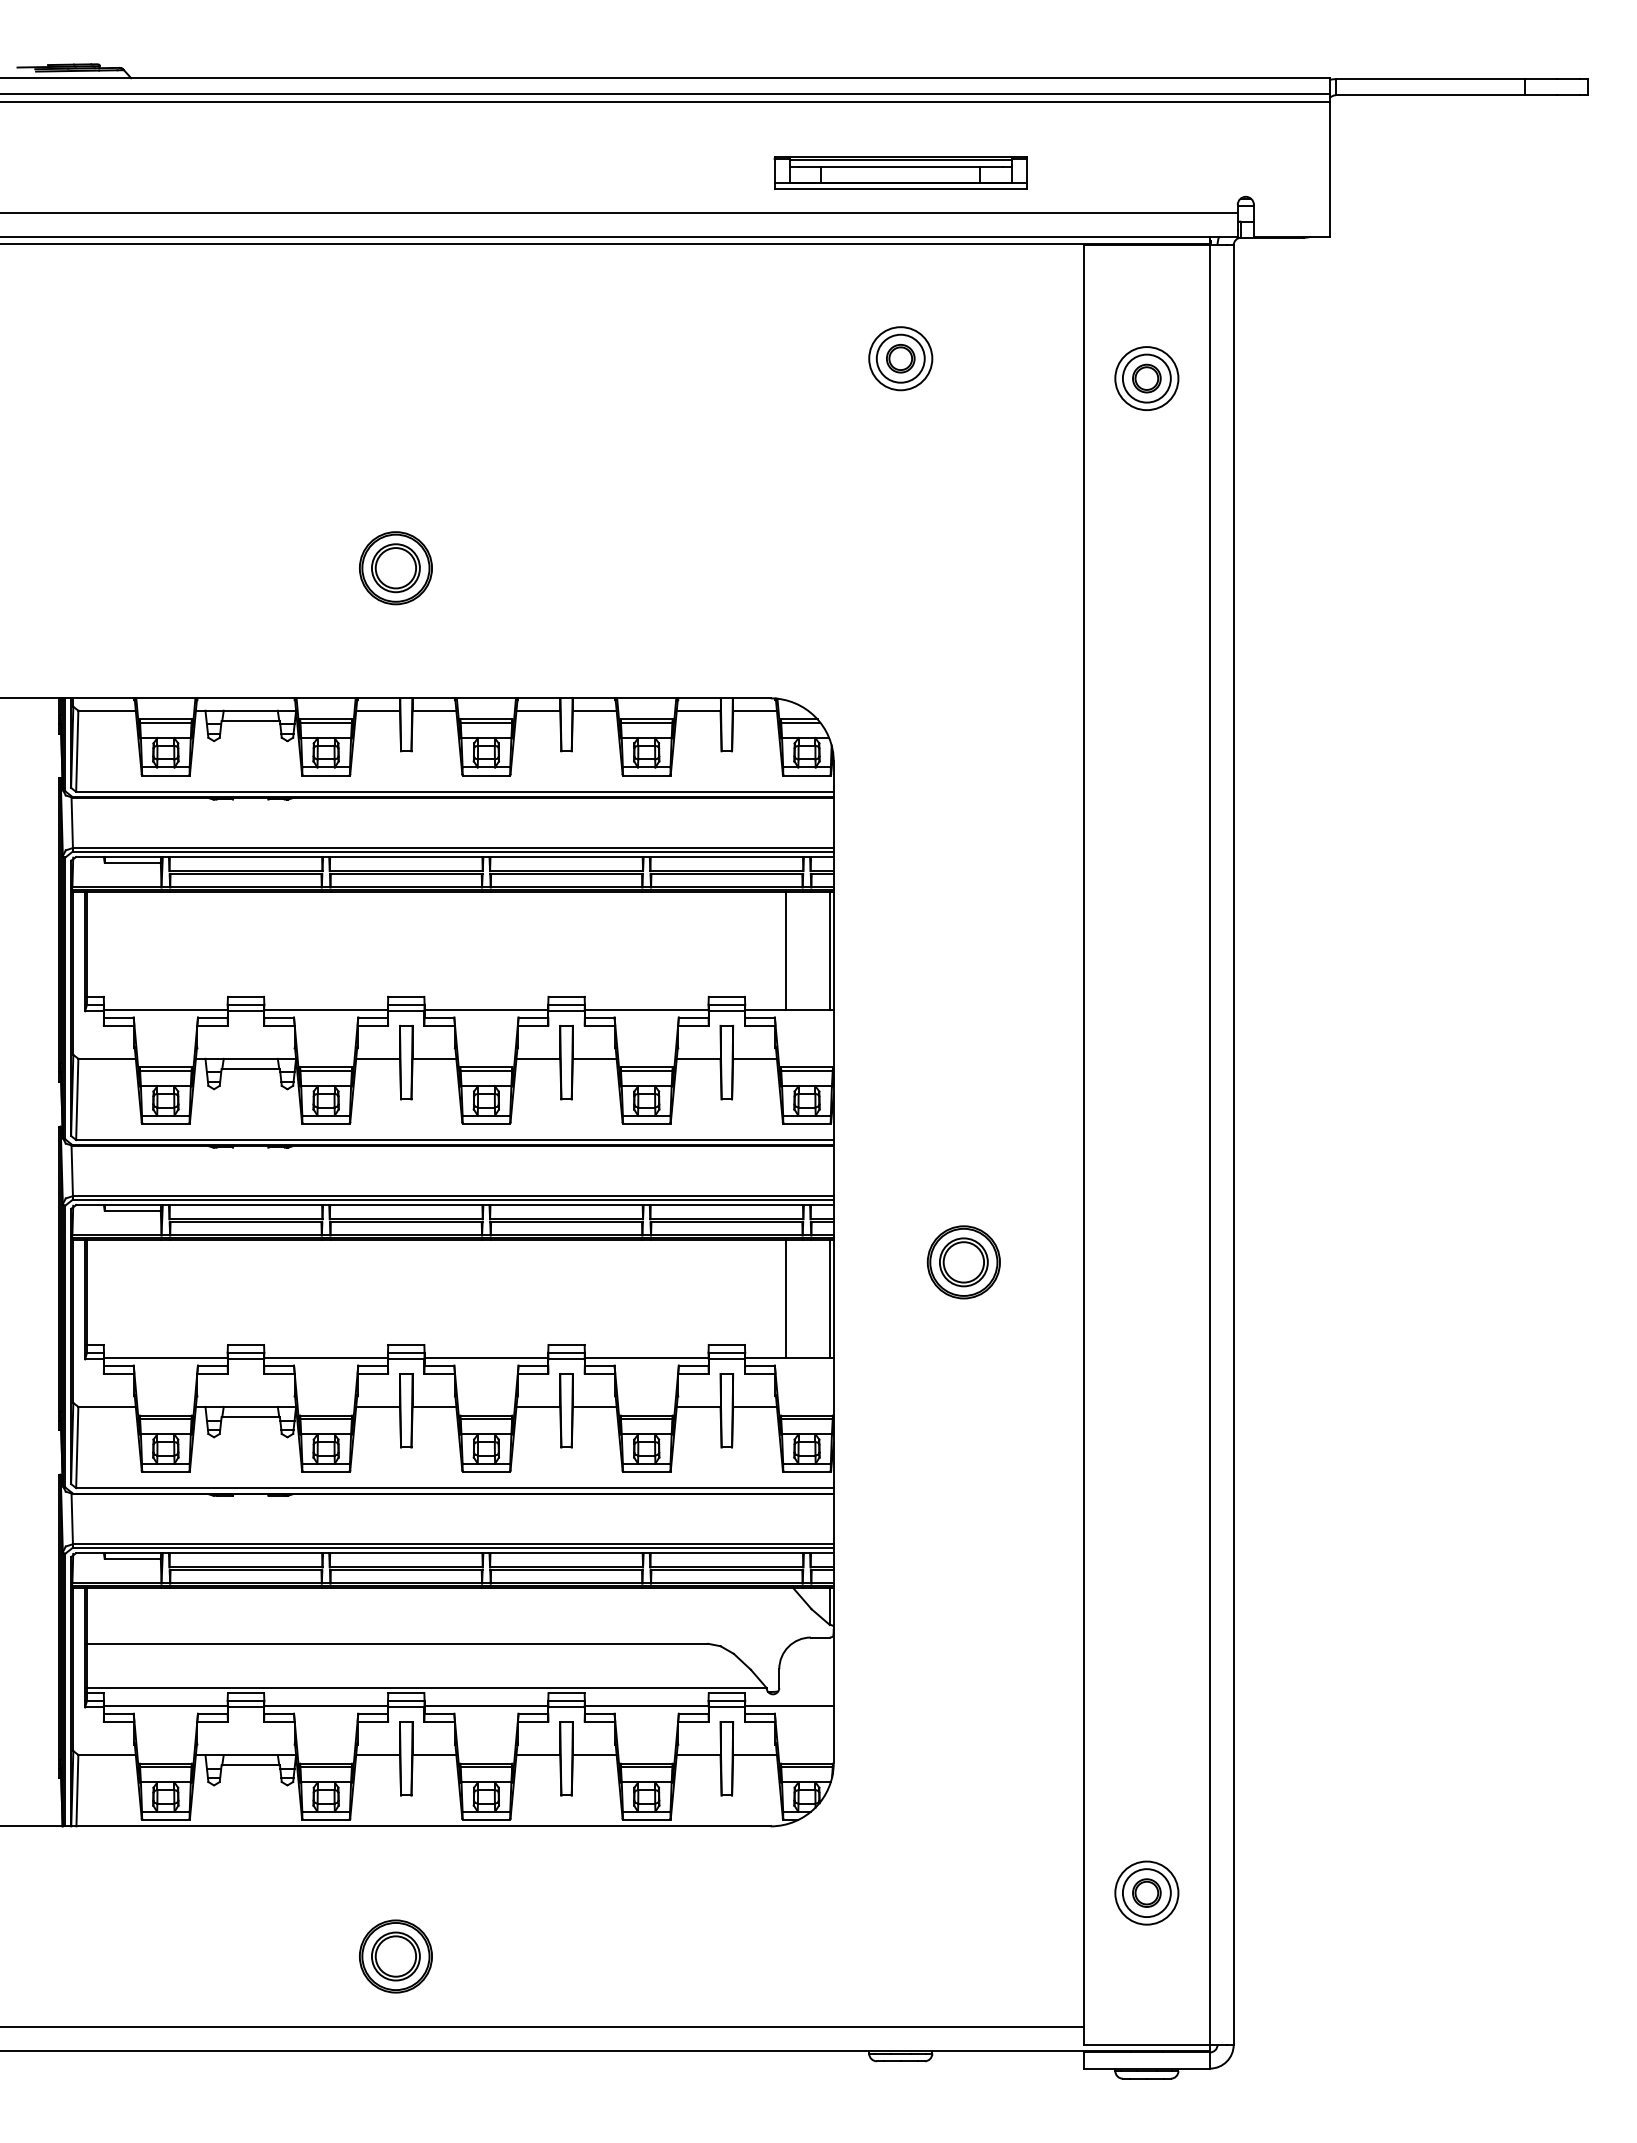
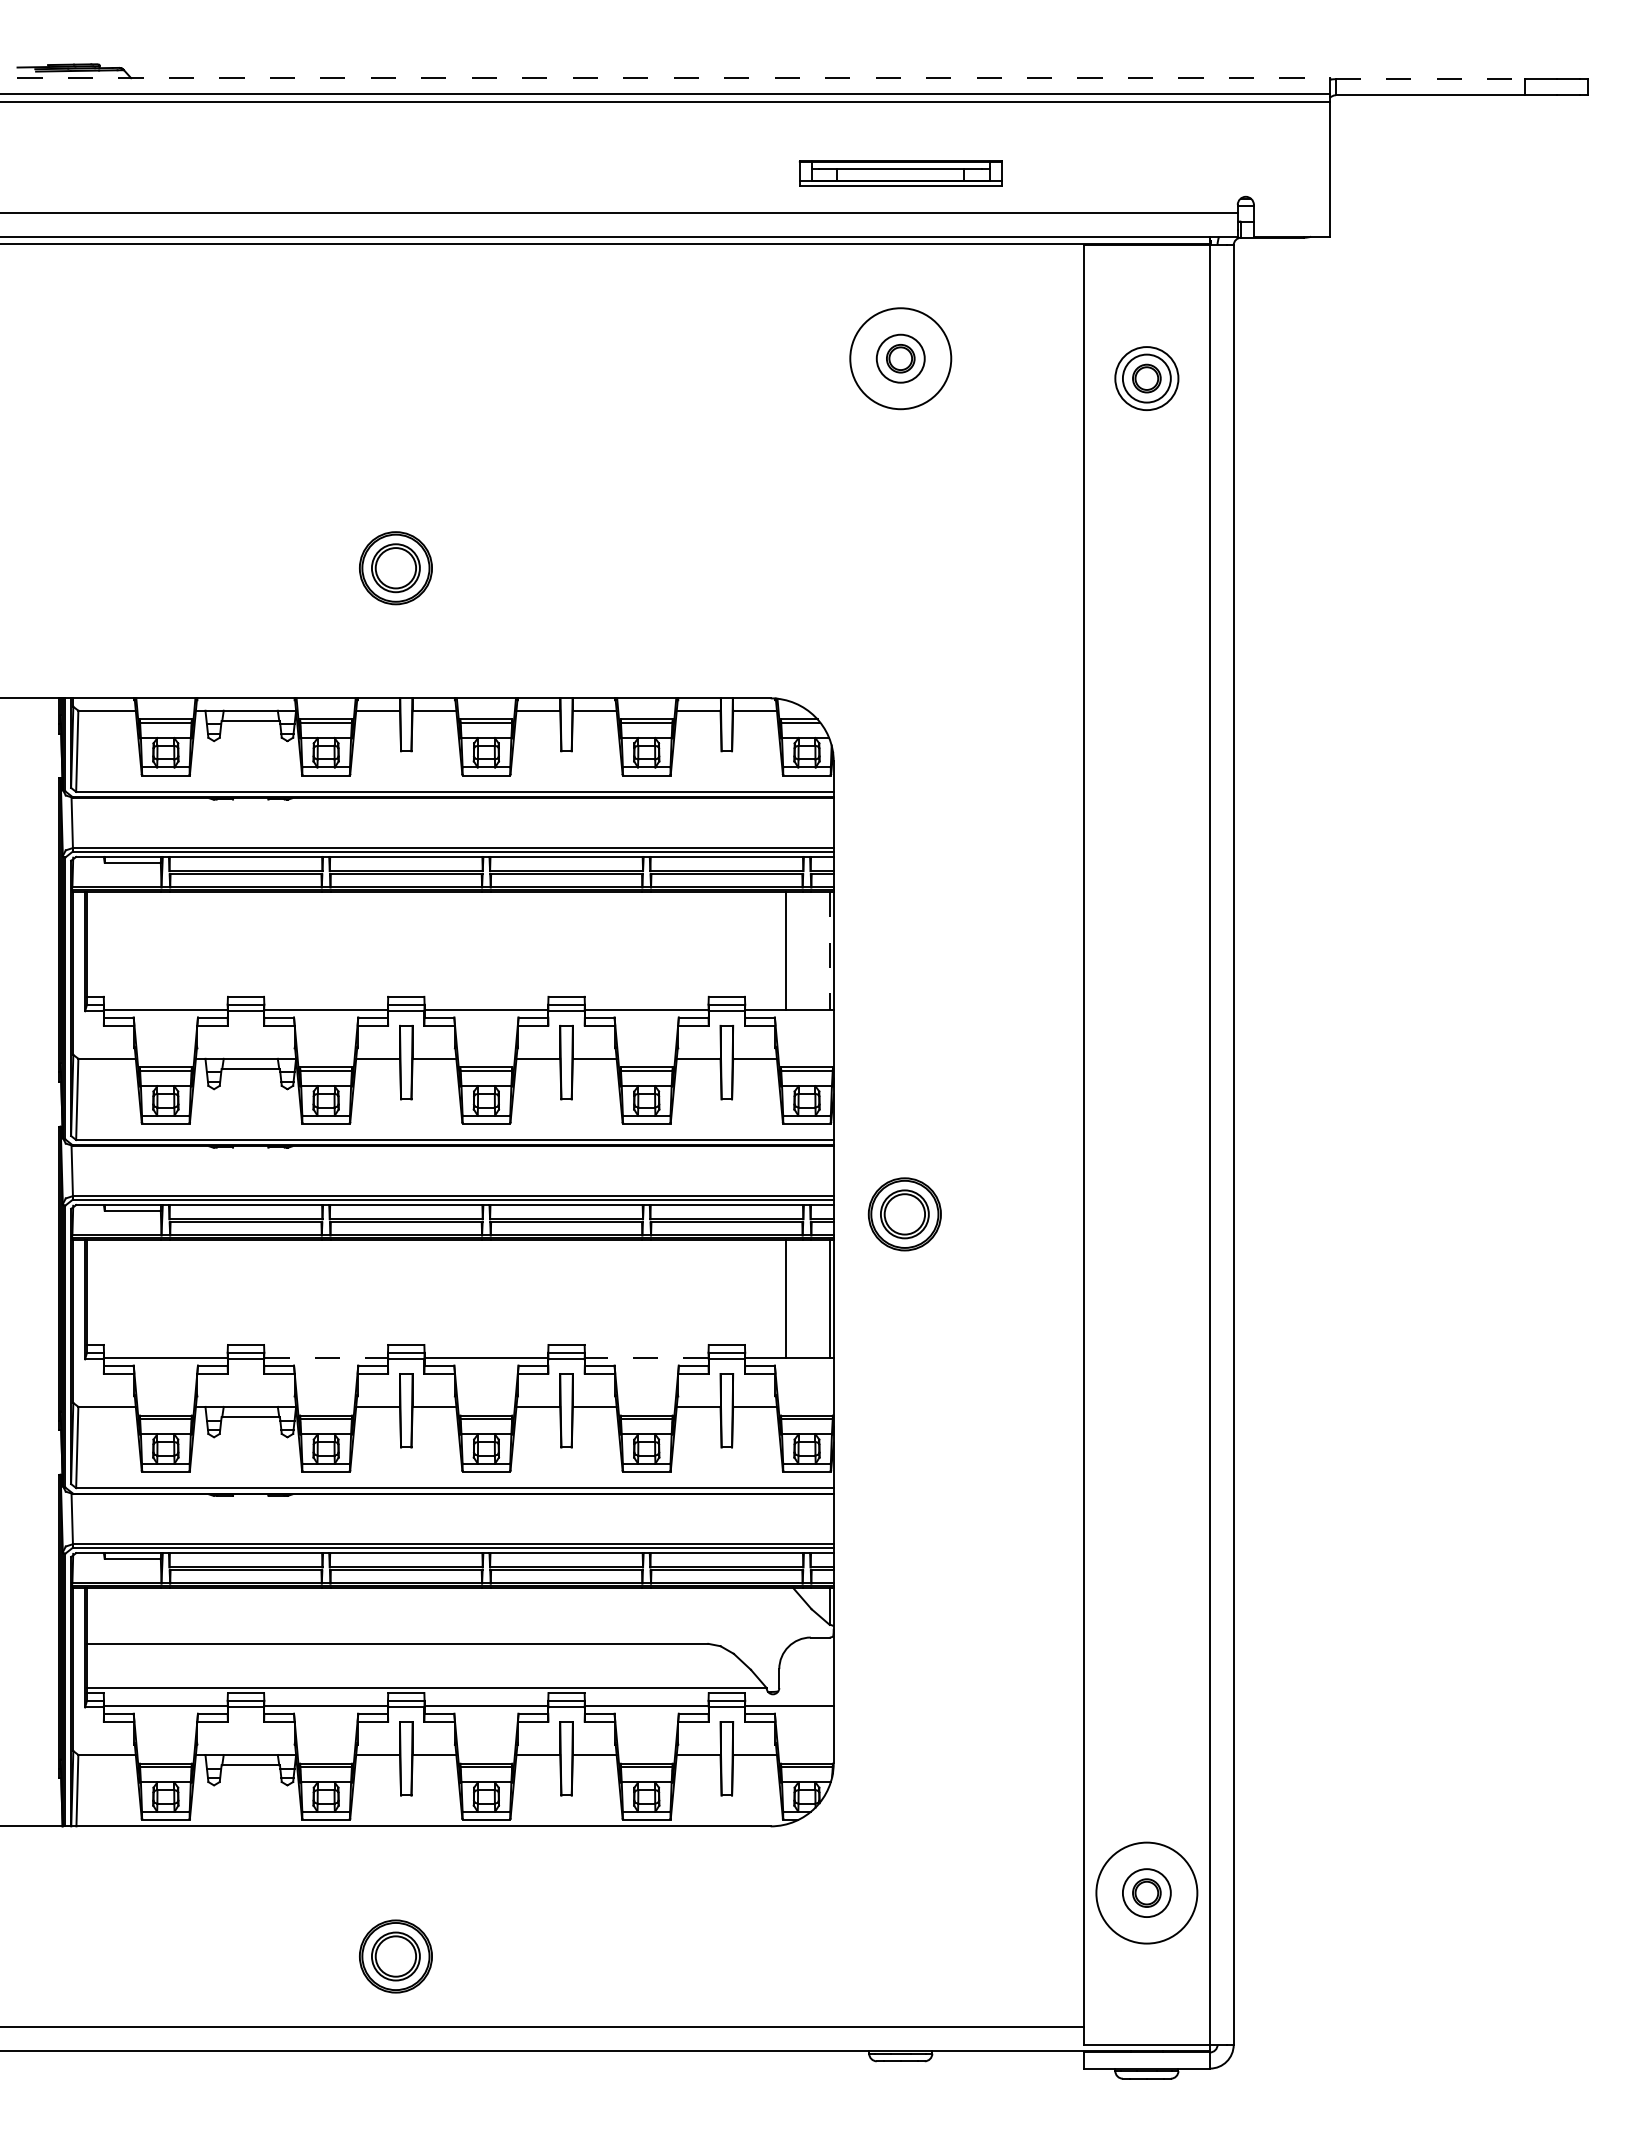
line at (665, 78): solid -> dashed
line at (1430, 79): solid -> dashed
part at (900, 172) size: 255x34 px -> 205x27 px
circle at (900, 358) diameter: 63 px -> 101 px
line at (829, 950): solid -> dashed
part at (963, 1262) position: (963, 1262) -> (904, 1214)
line at (326, 1357): solid -> dashed
line at (646, 1357): solid -> dashed
circle at (1146, 1892) diameter: 63 px -> 101 px
